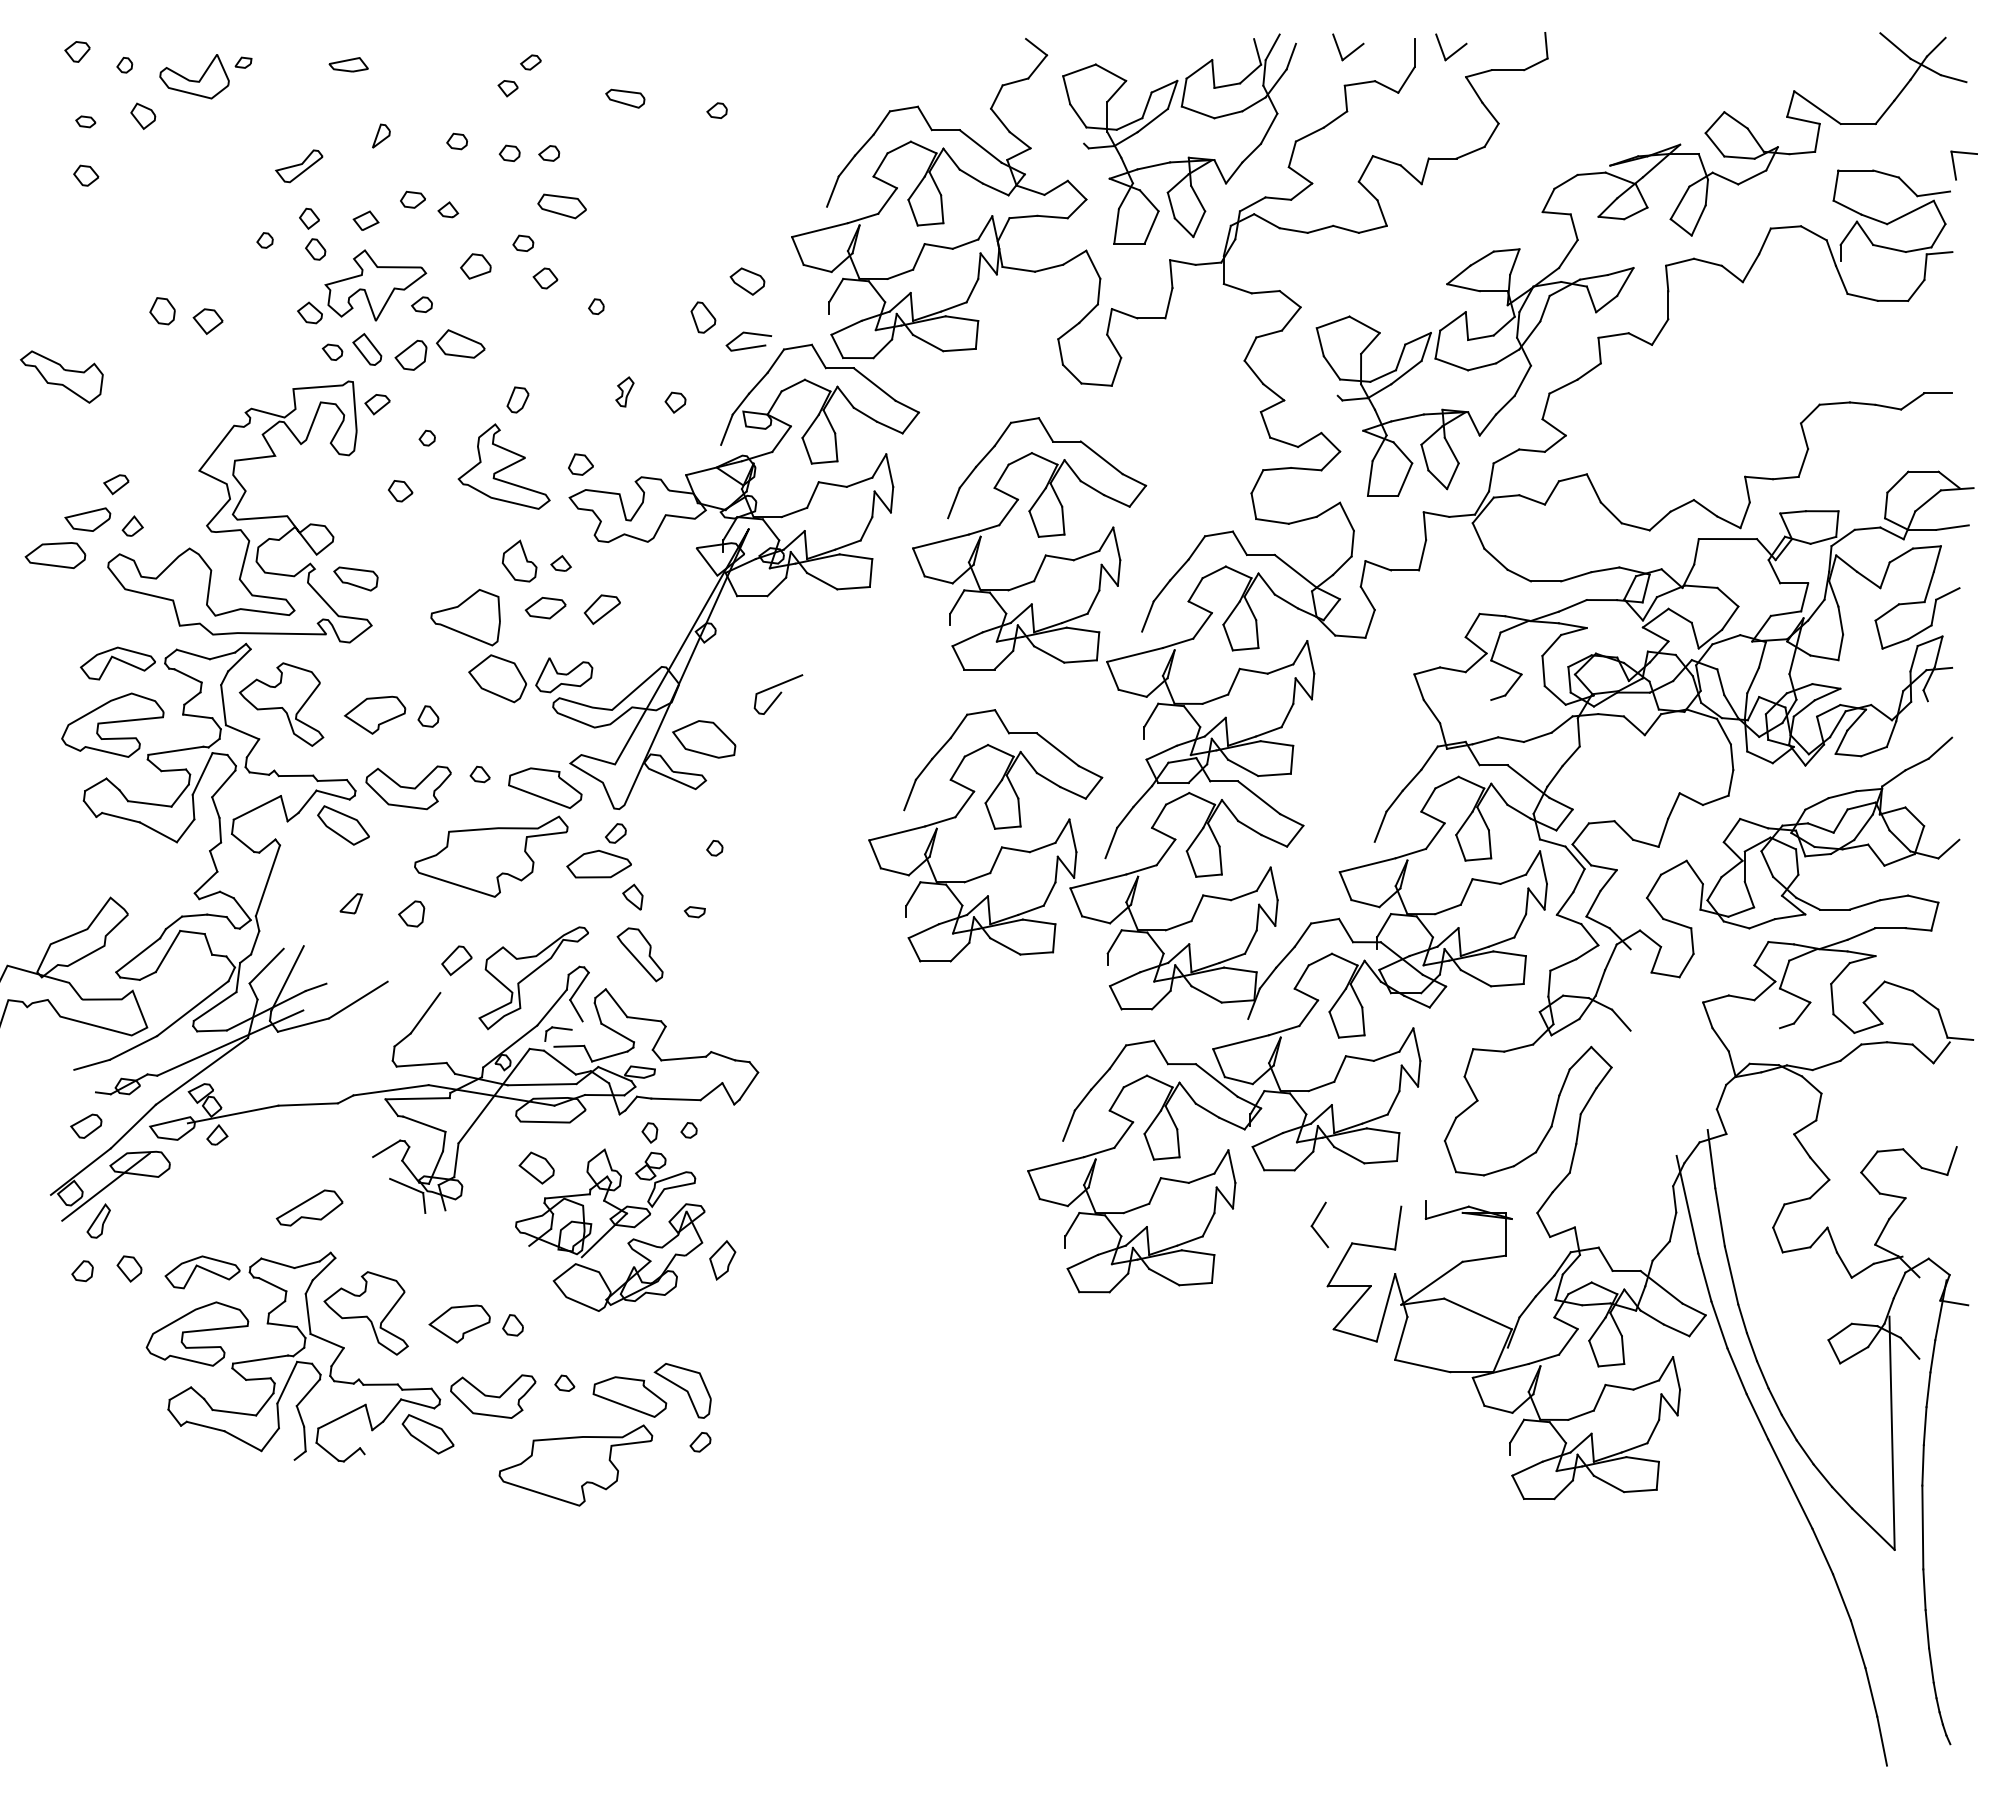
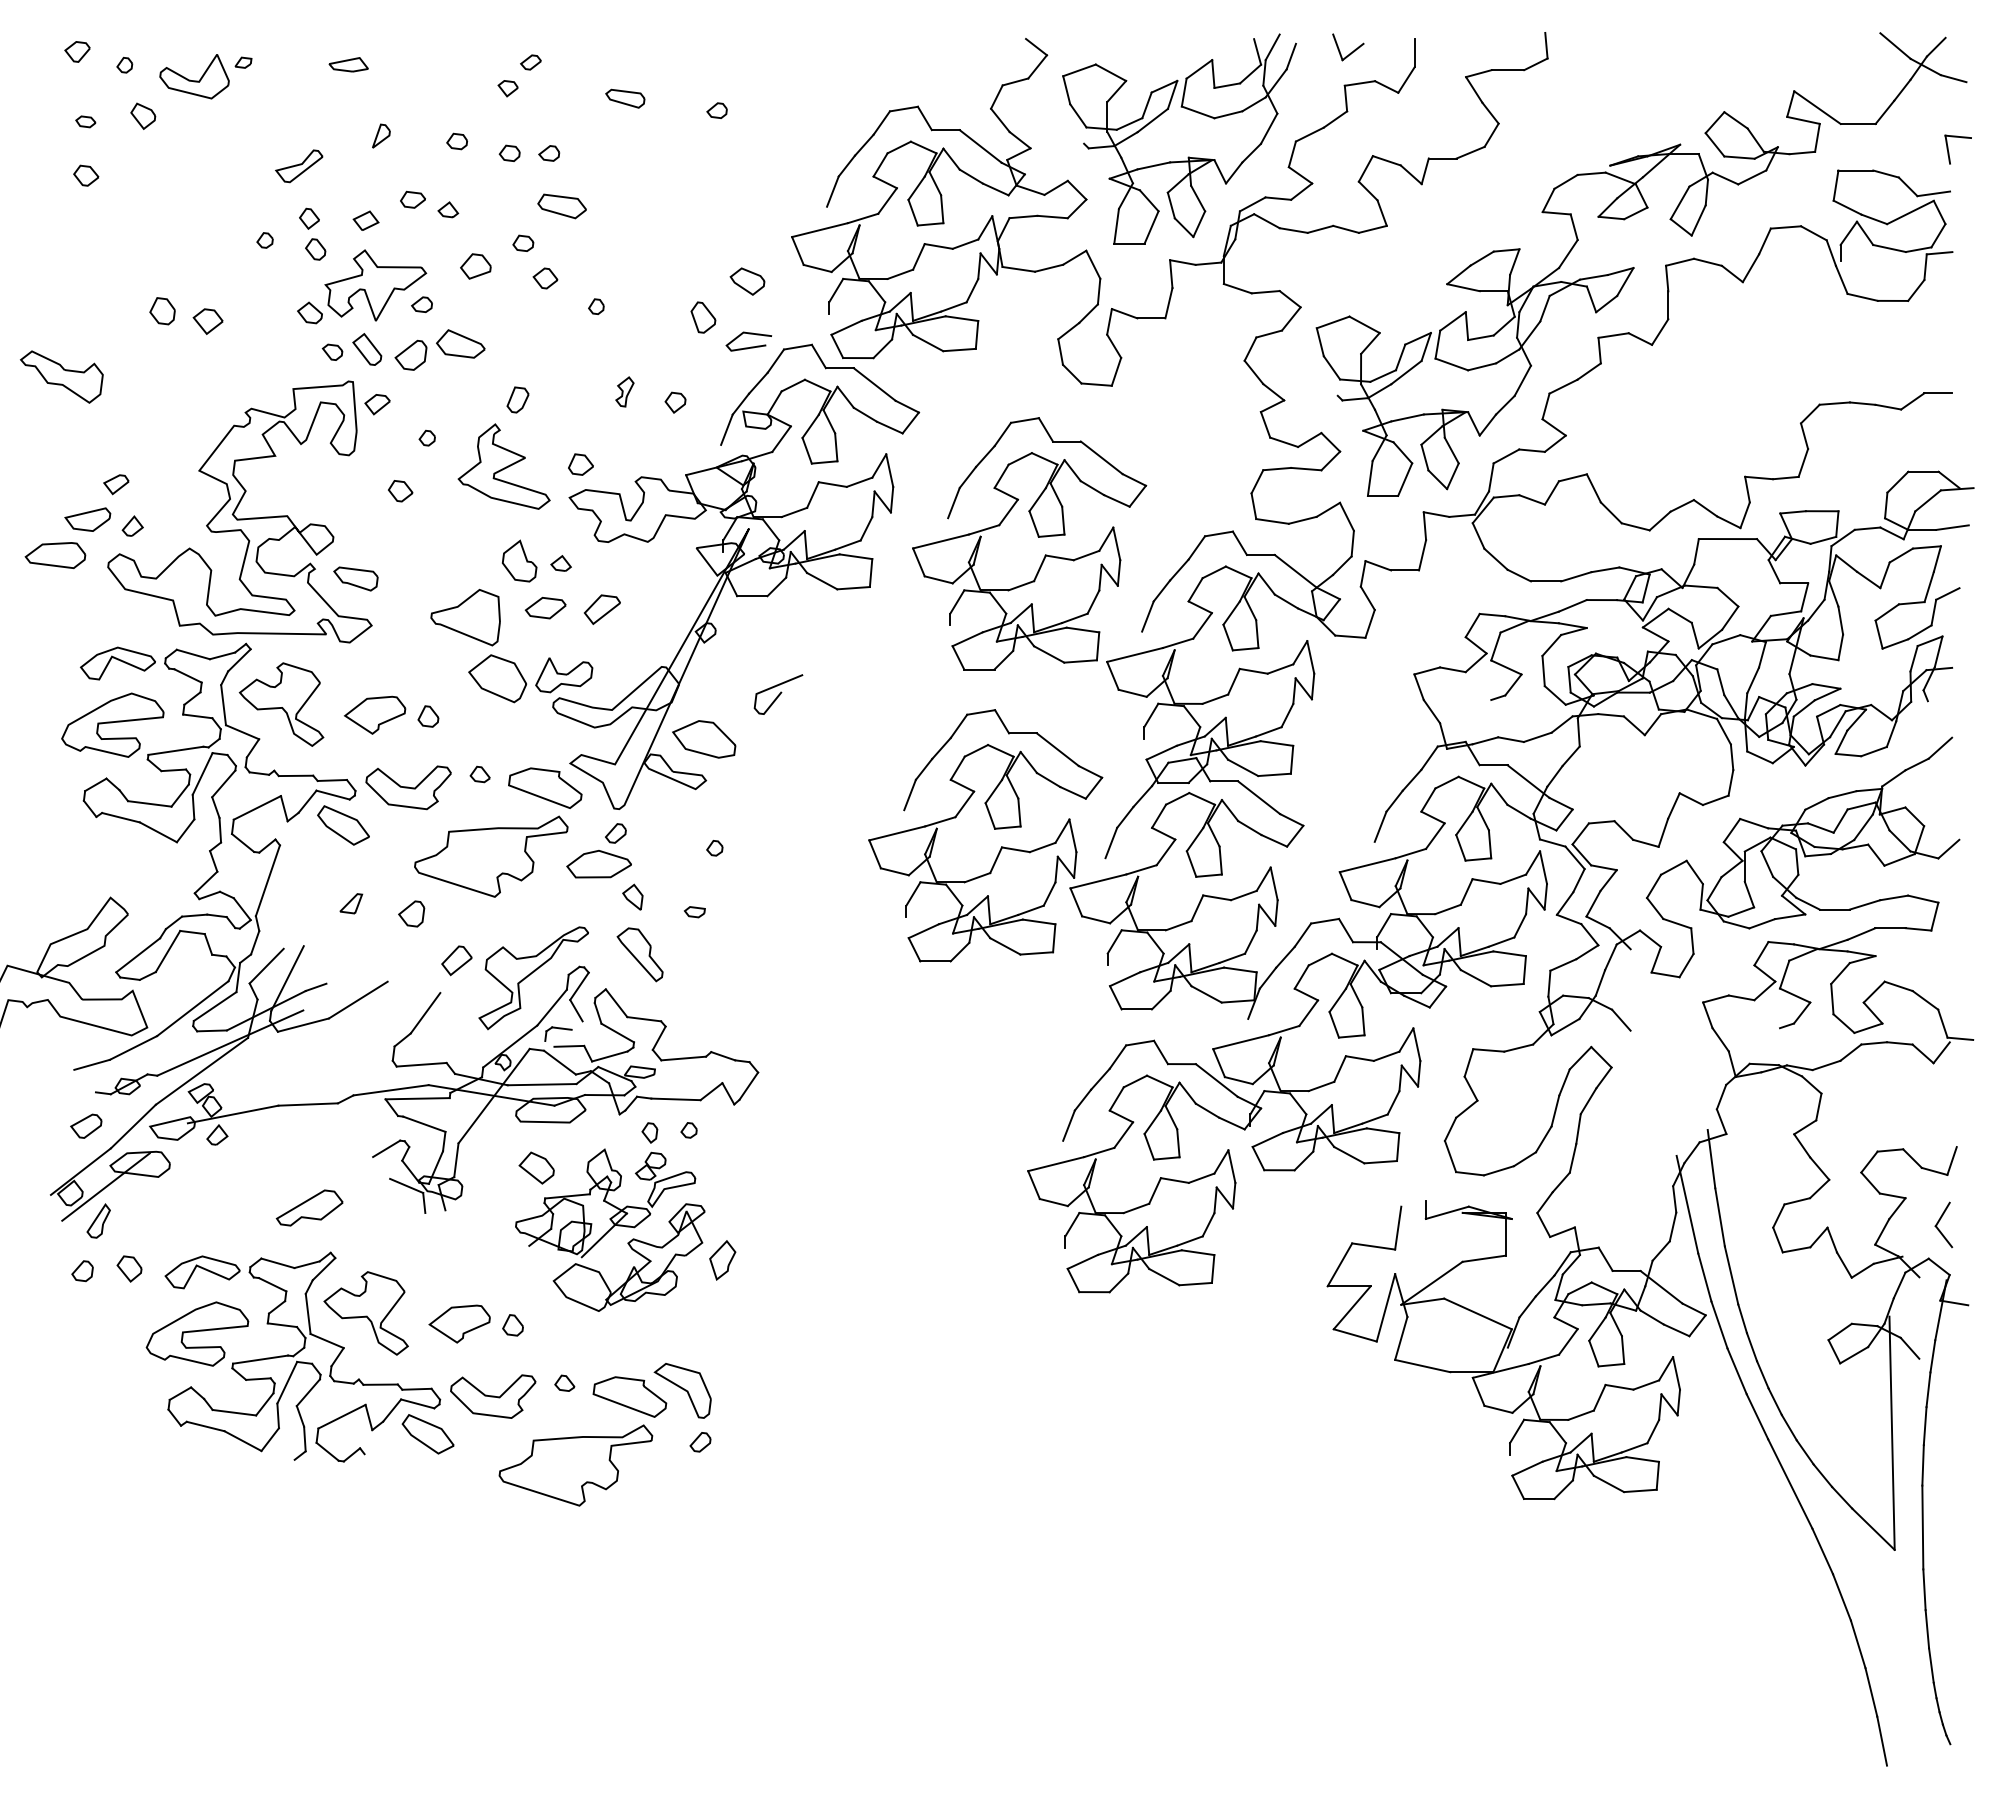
part at (1451, 47): present -> none
part at (1955, 168) position: (1955, 168) -> (1949, 152)
part at (1319, 1224) position: (1319, 1224) -> (1943, 1224)
